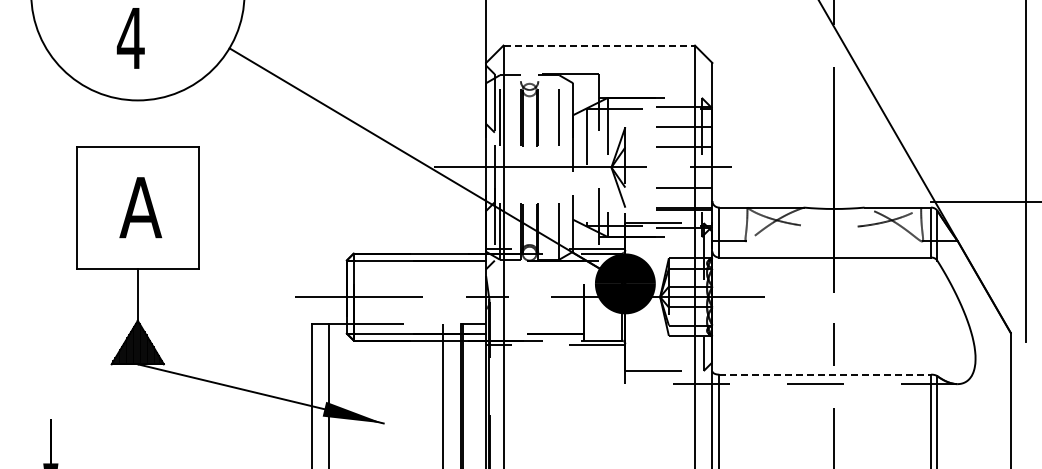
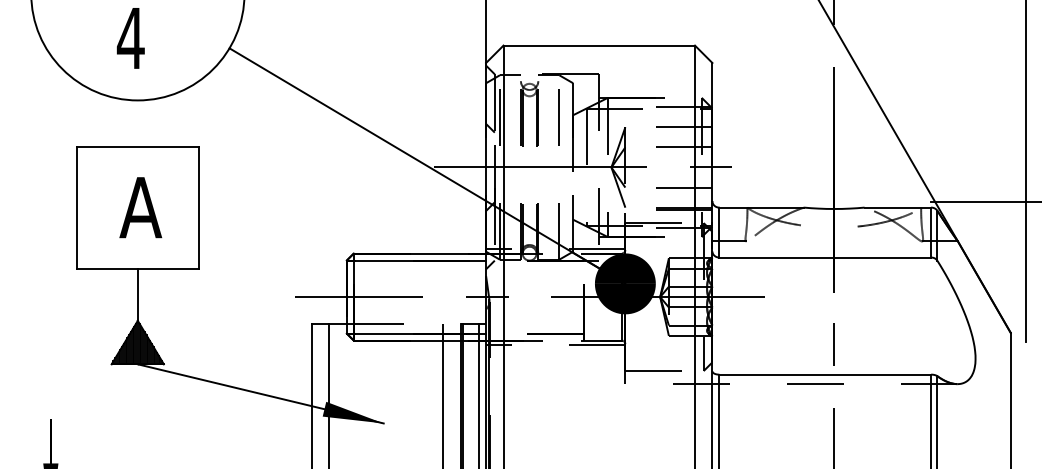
line at (599, 45): dashed -> solid
line at (825, 374): dashed -> solid
line at (479, 394): none -> present
